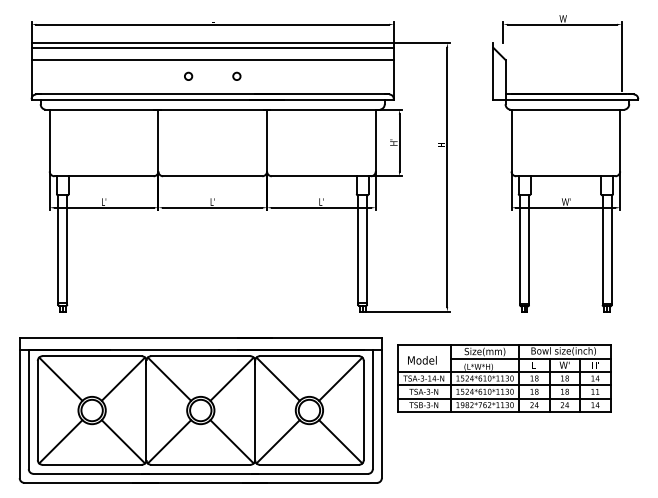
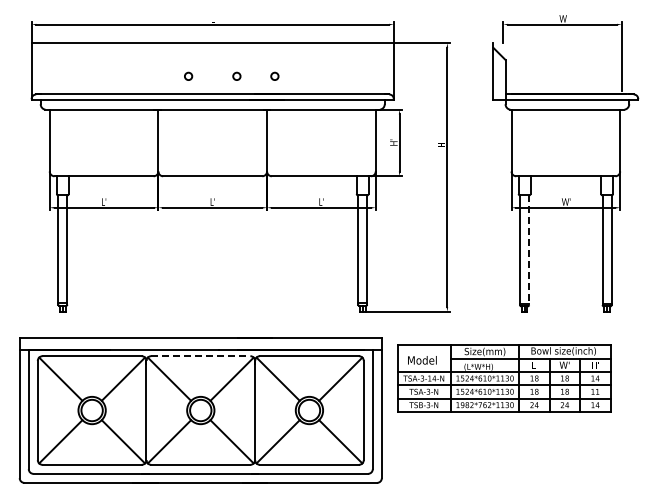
line at (212, 47): present -> none
line at (212, 60): present -> none
circle at (274, 75): none -> present
line at (529, 250): solid -> dashed
line at (200, 356): solid -> dashed
